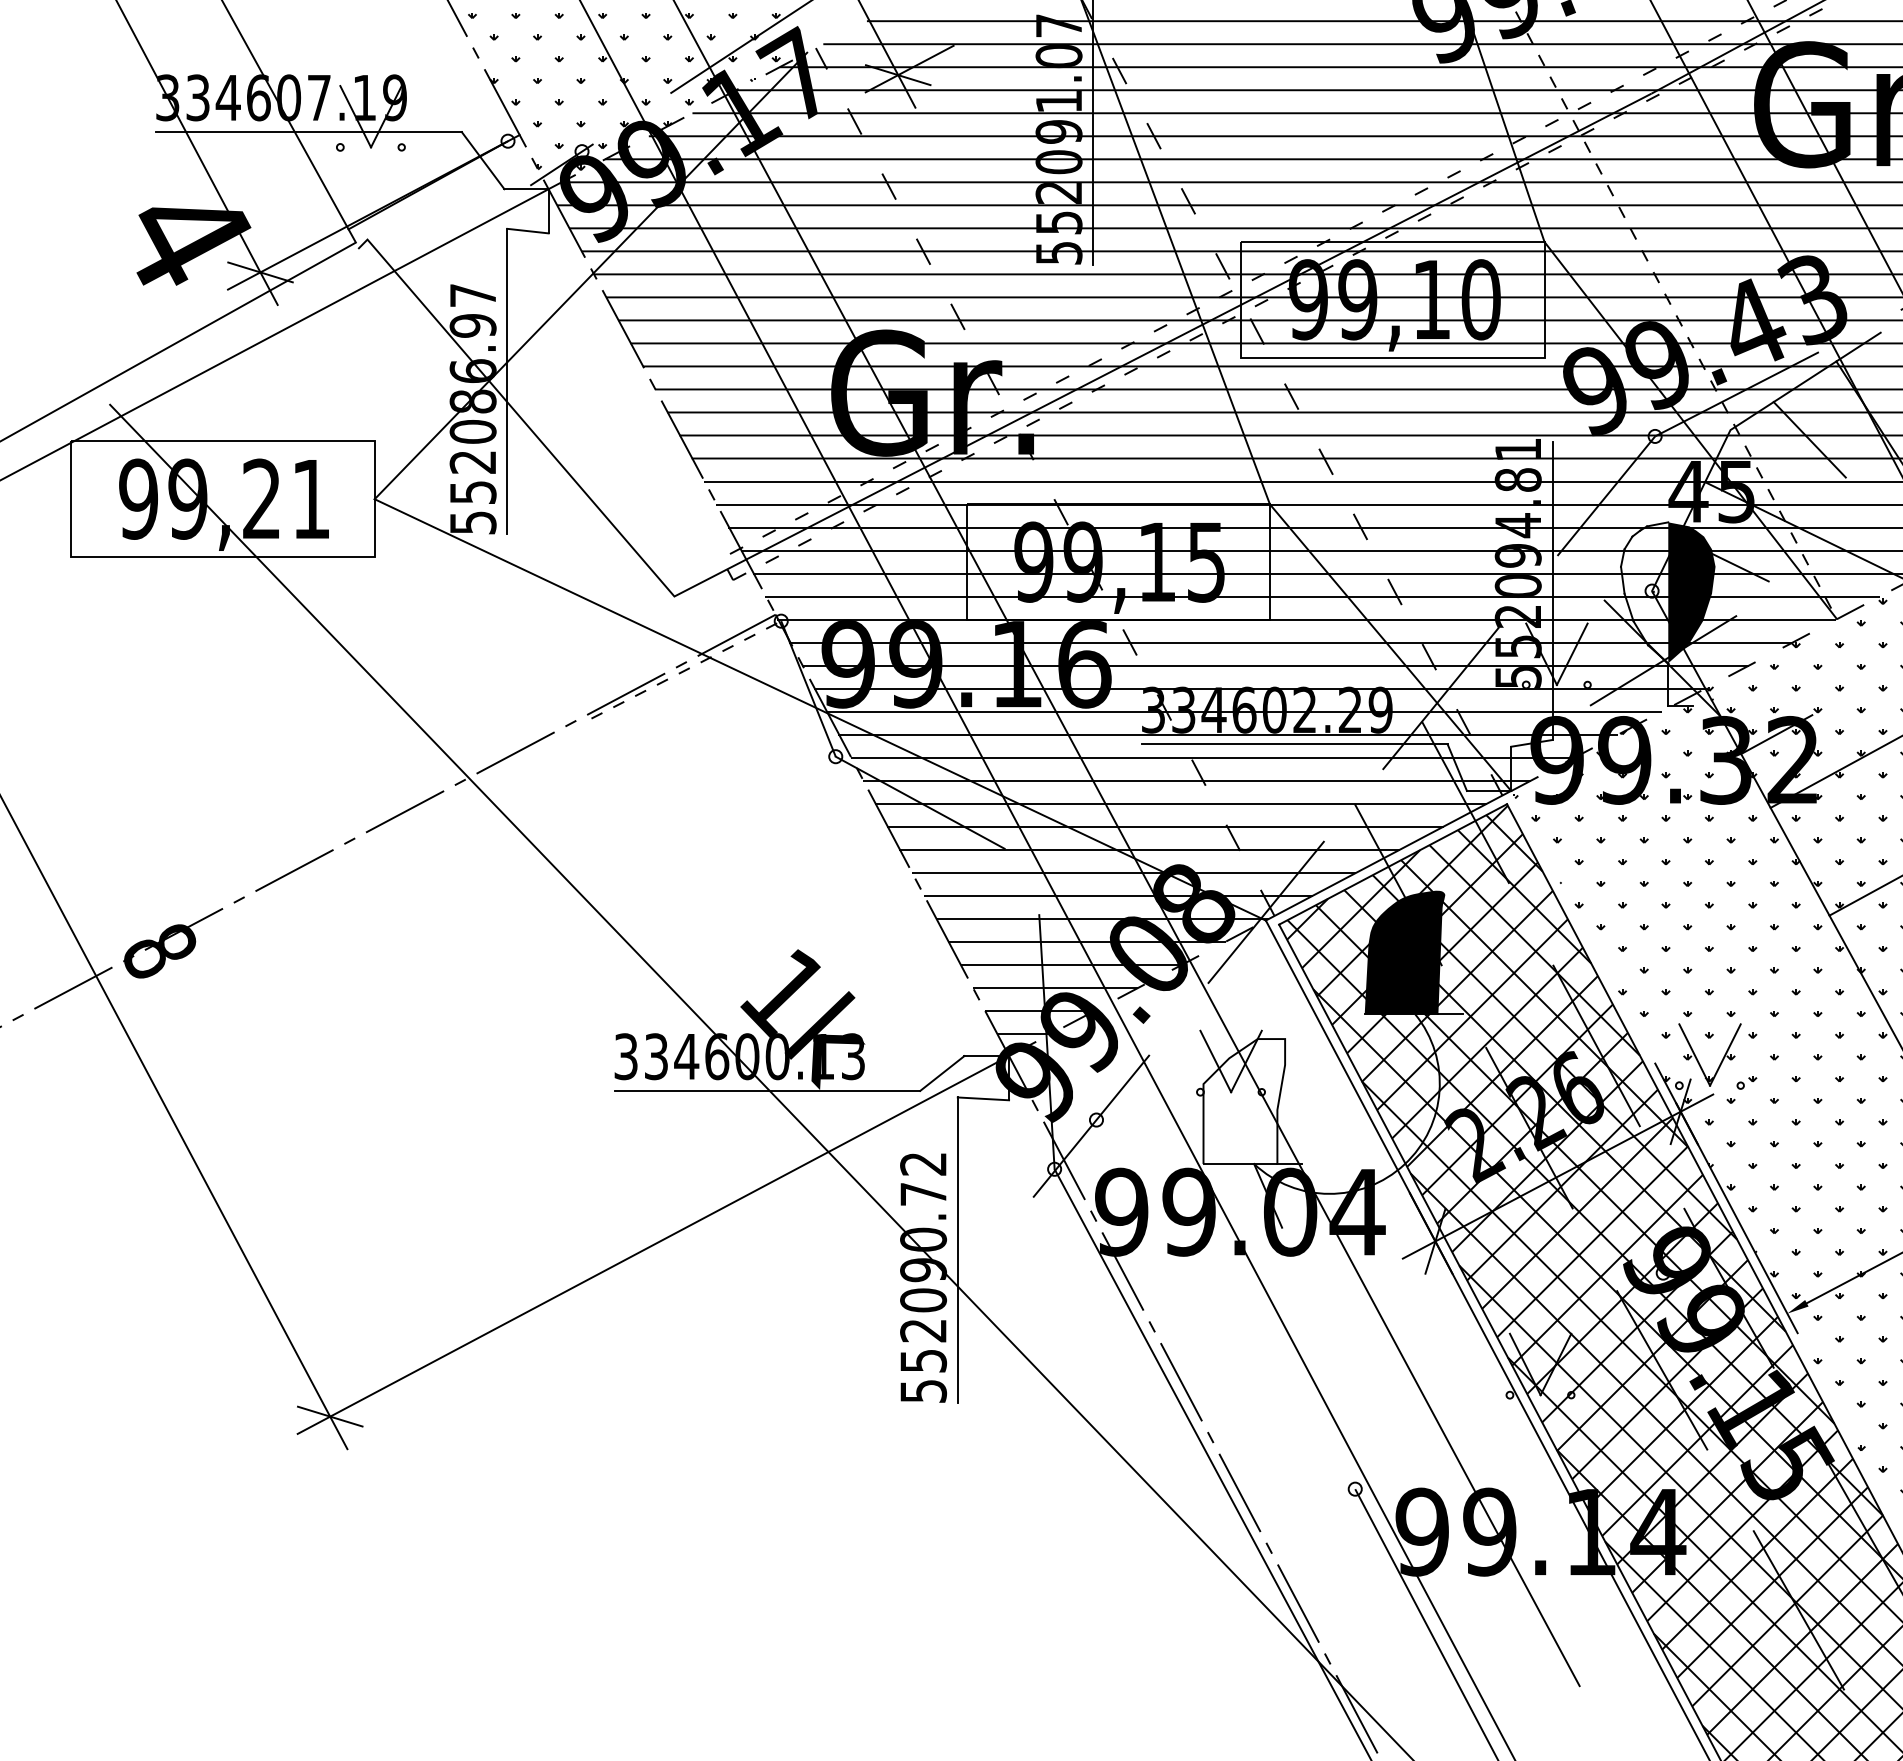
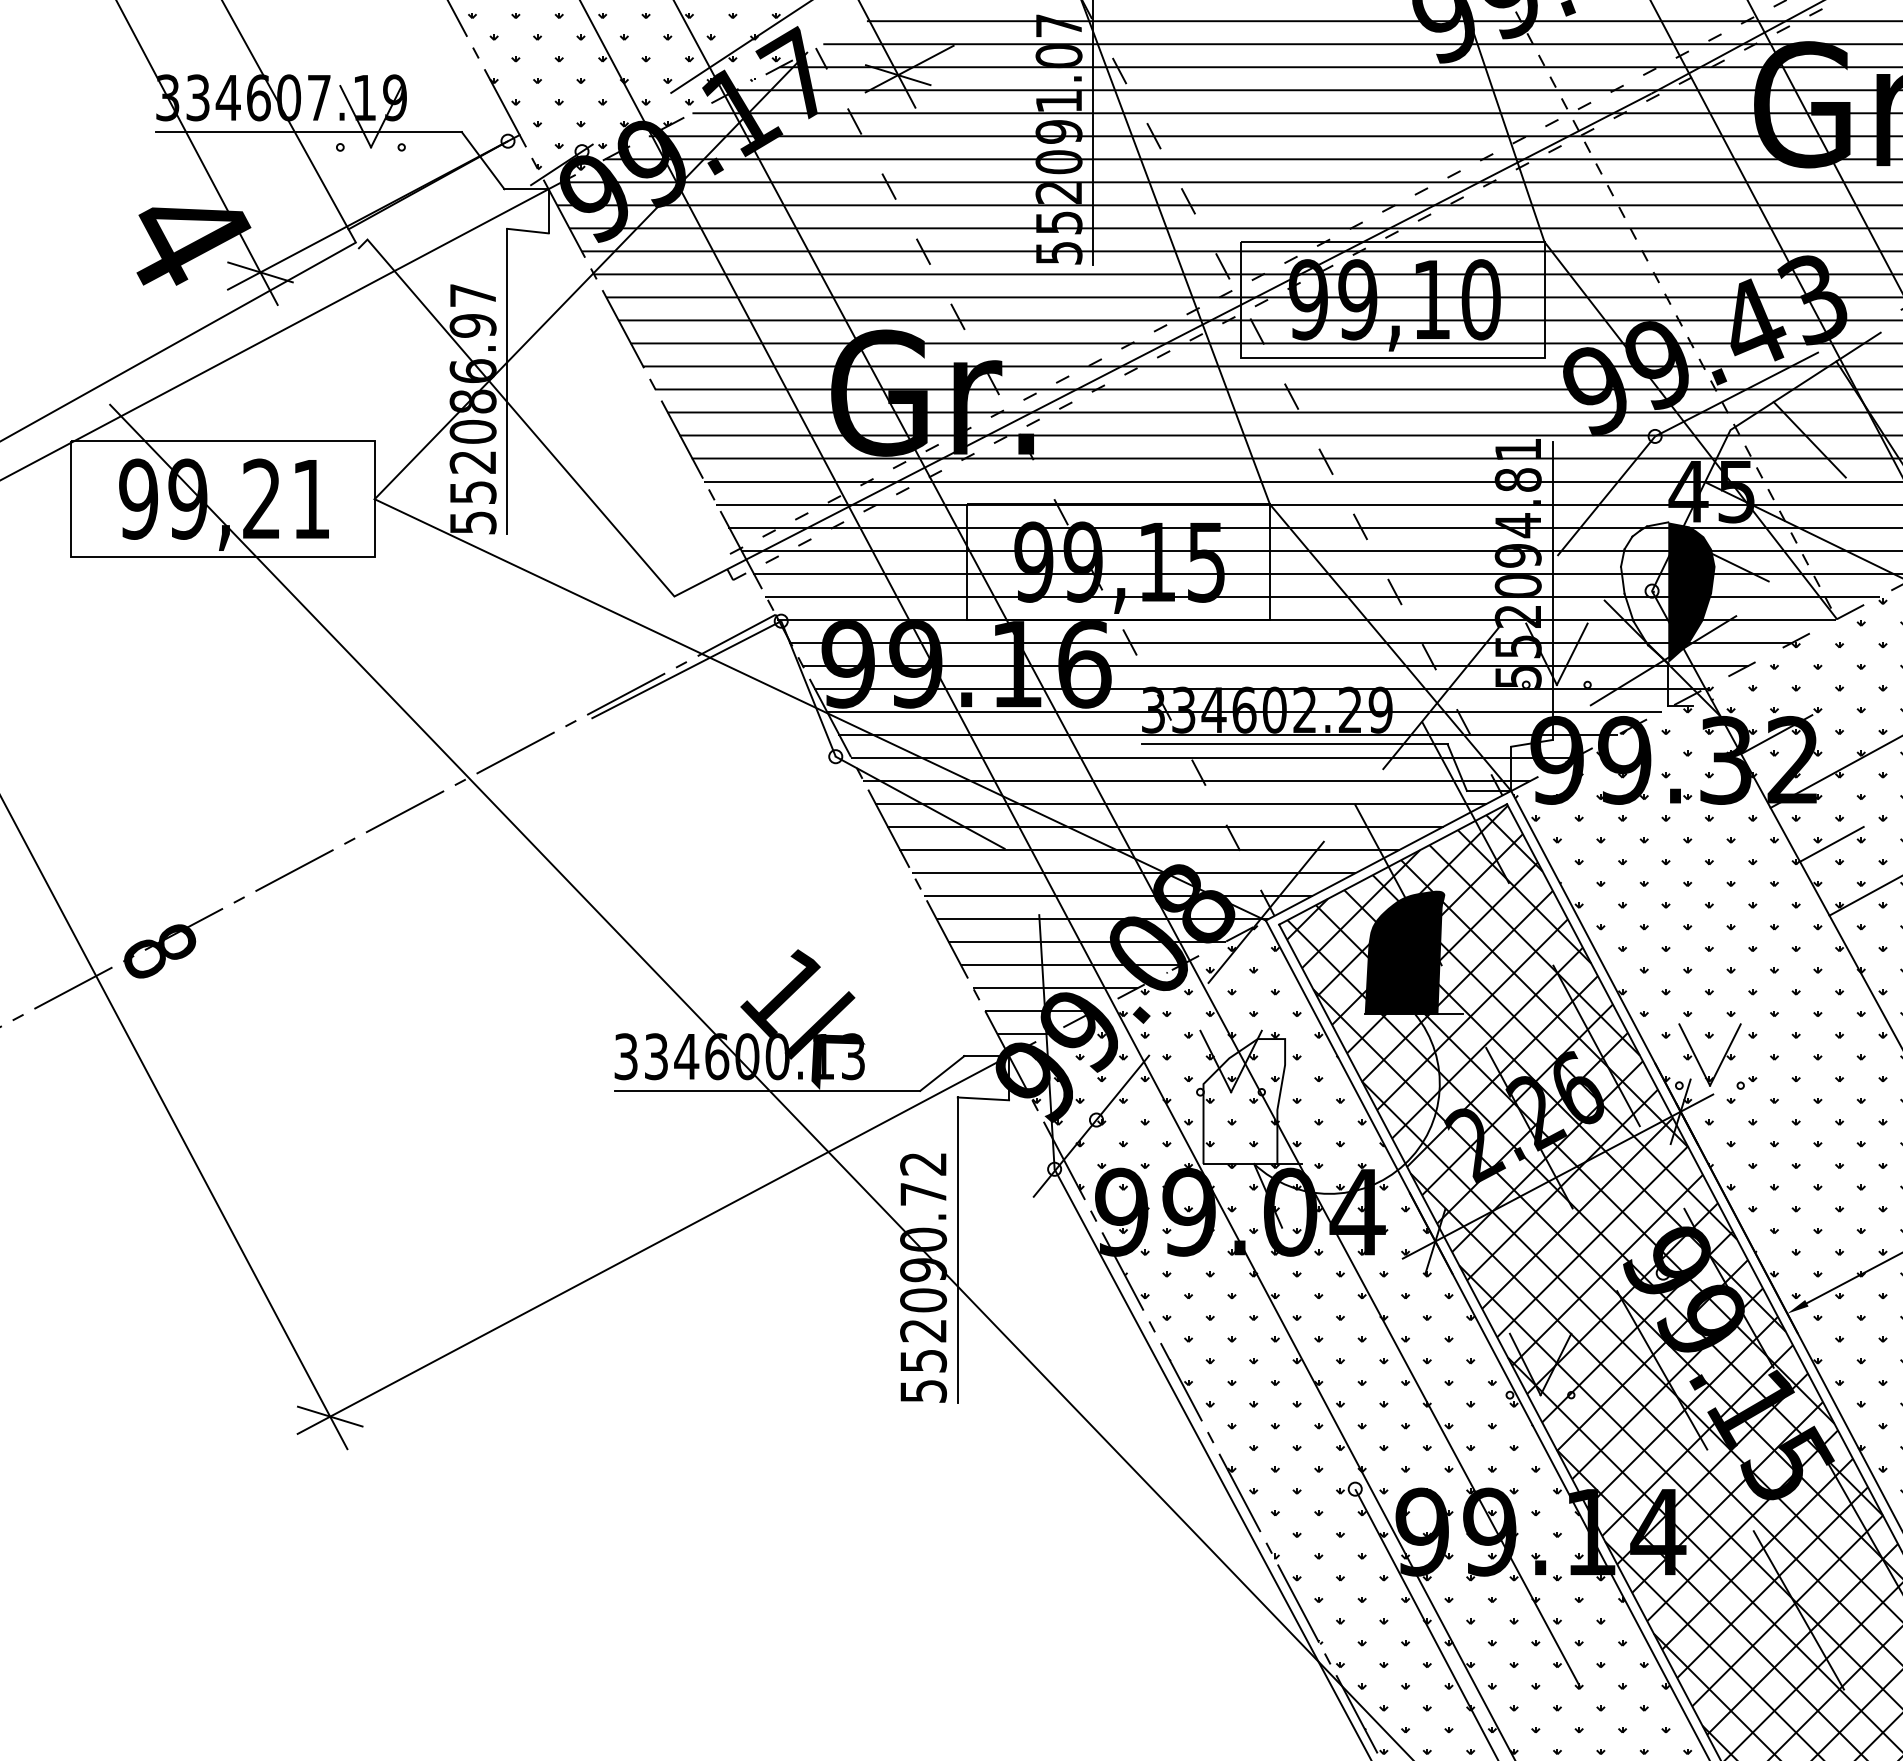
line at (686, 669): dashed -> solid
line at (1831, 843): none -> present
line at (1705, 1158): none -> present
hatch at (1361, 1339): none -> present
